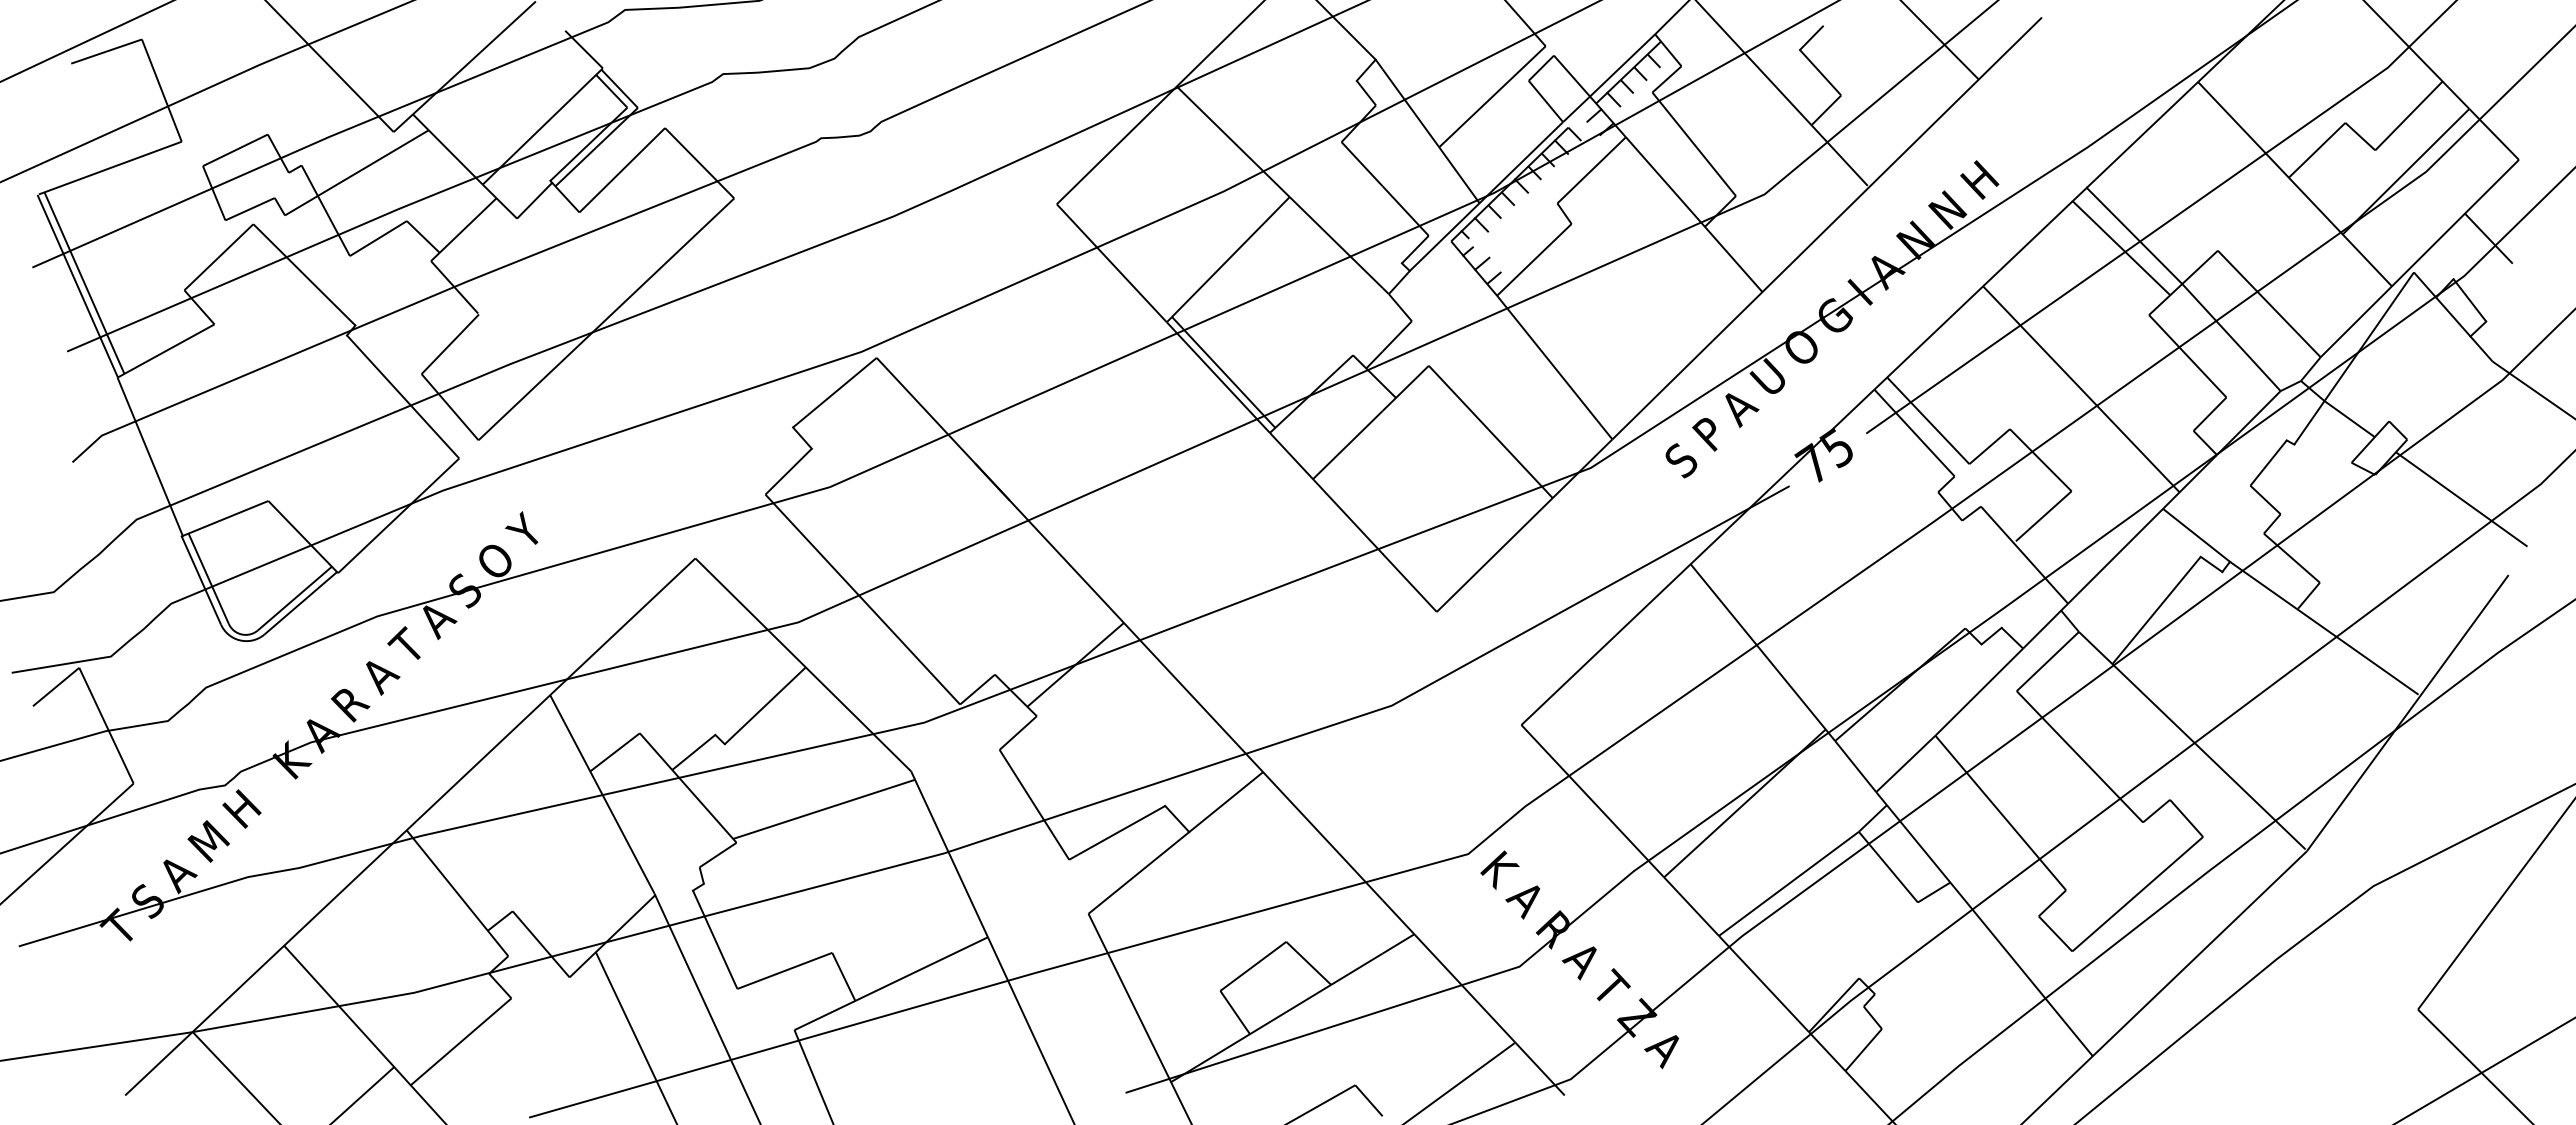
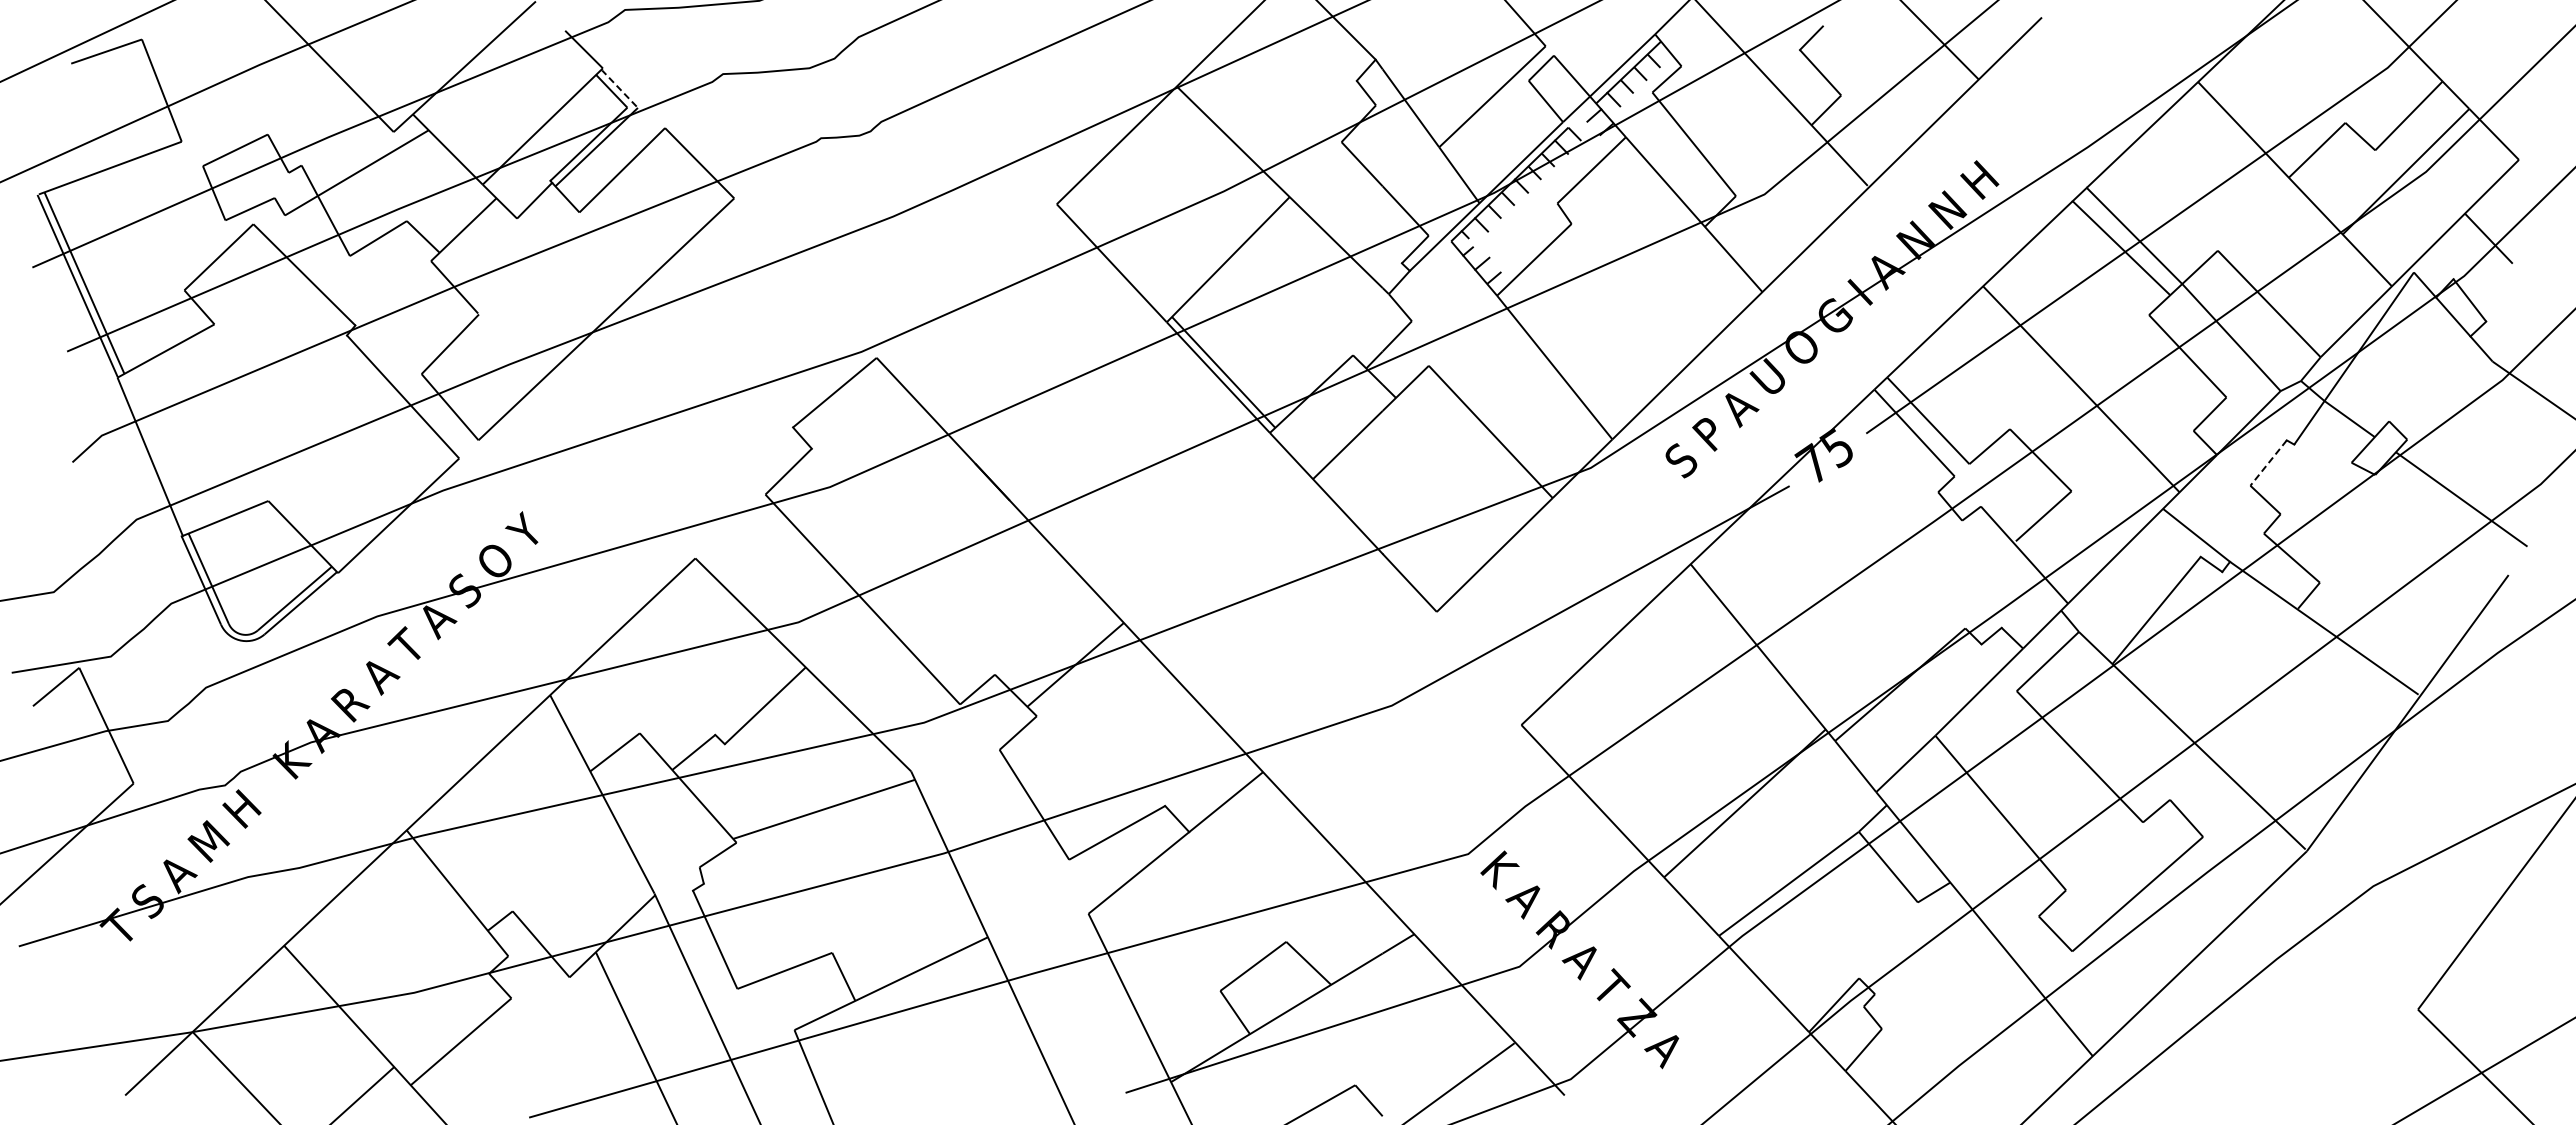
line at (619, 89): solid -> dashed
line at (2268, 463): solid -> dashed
